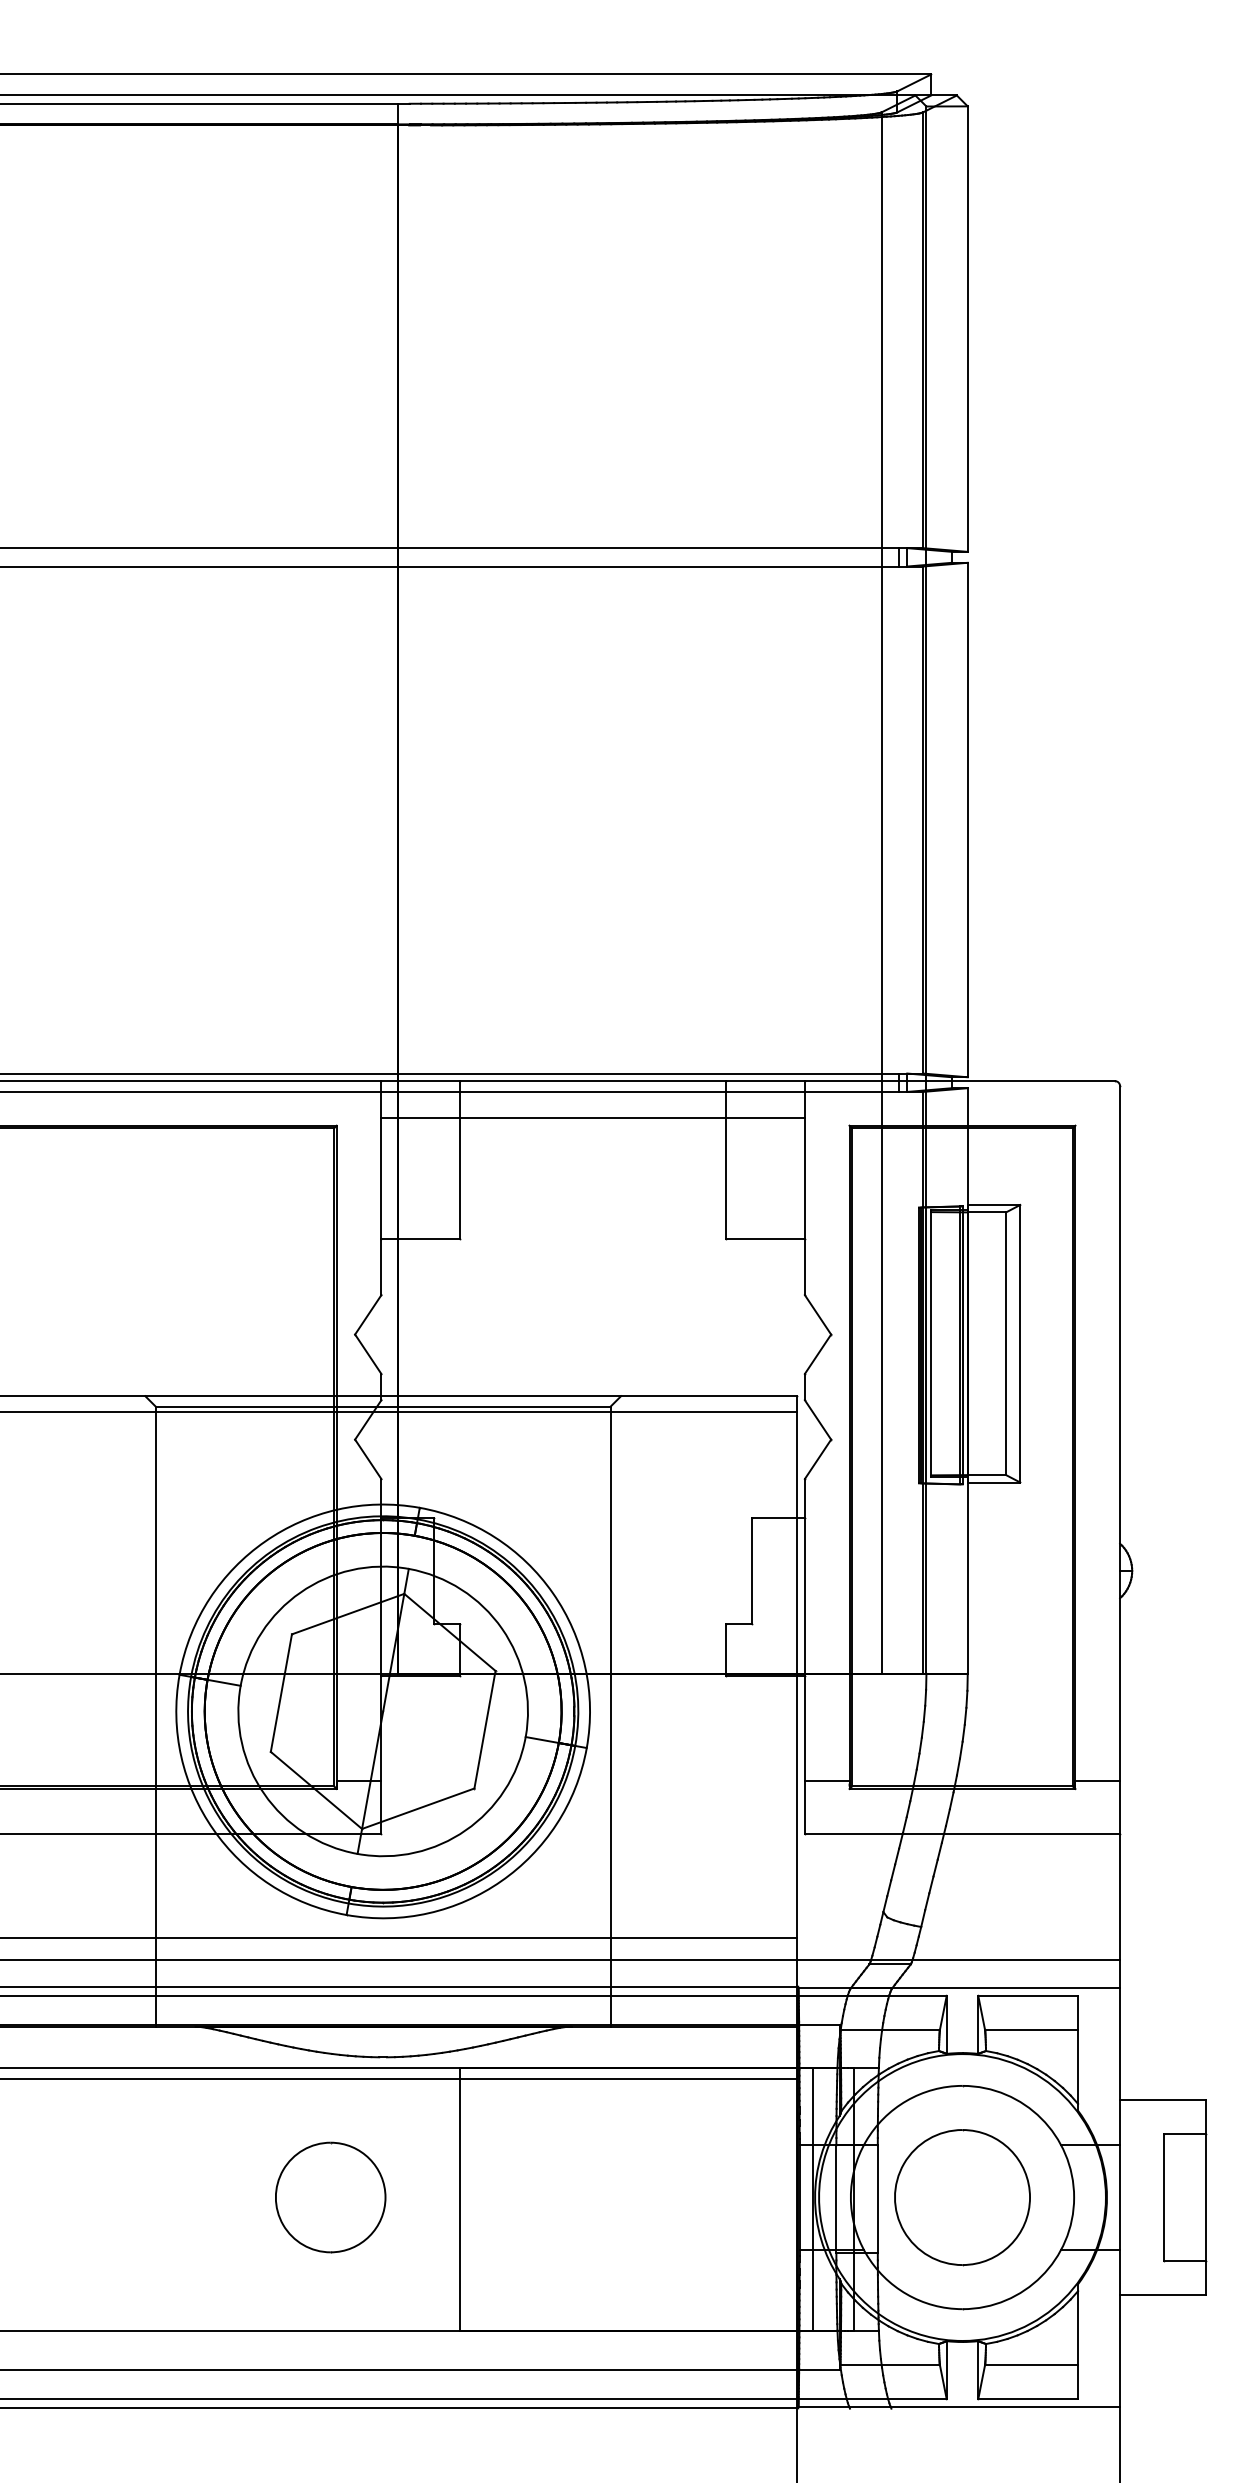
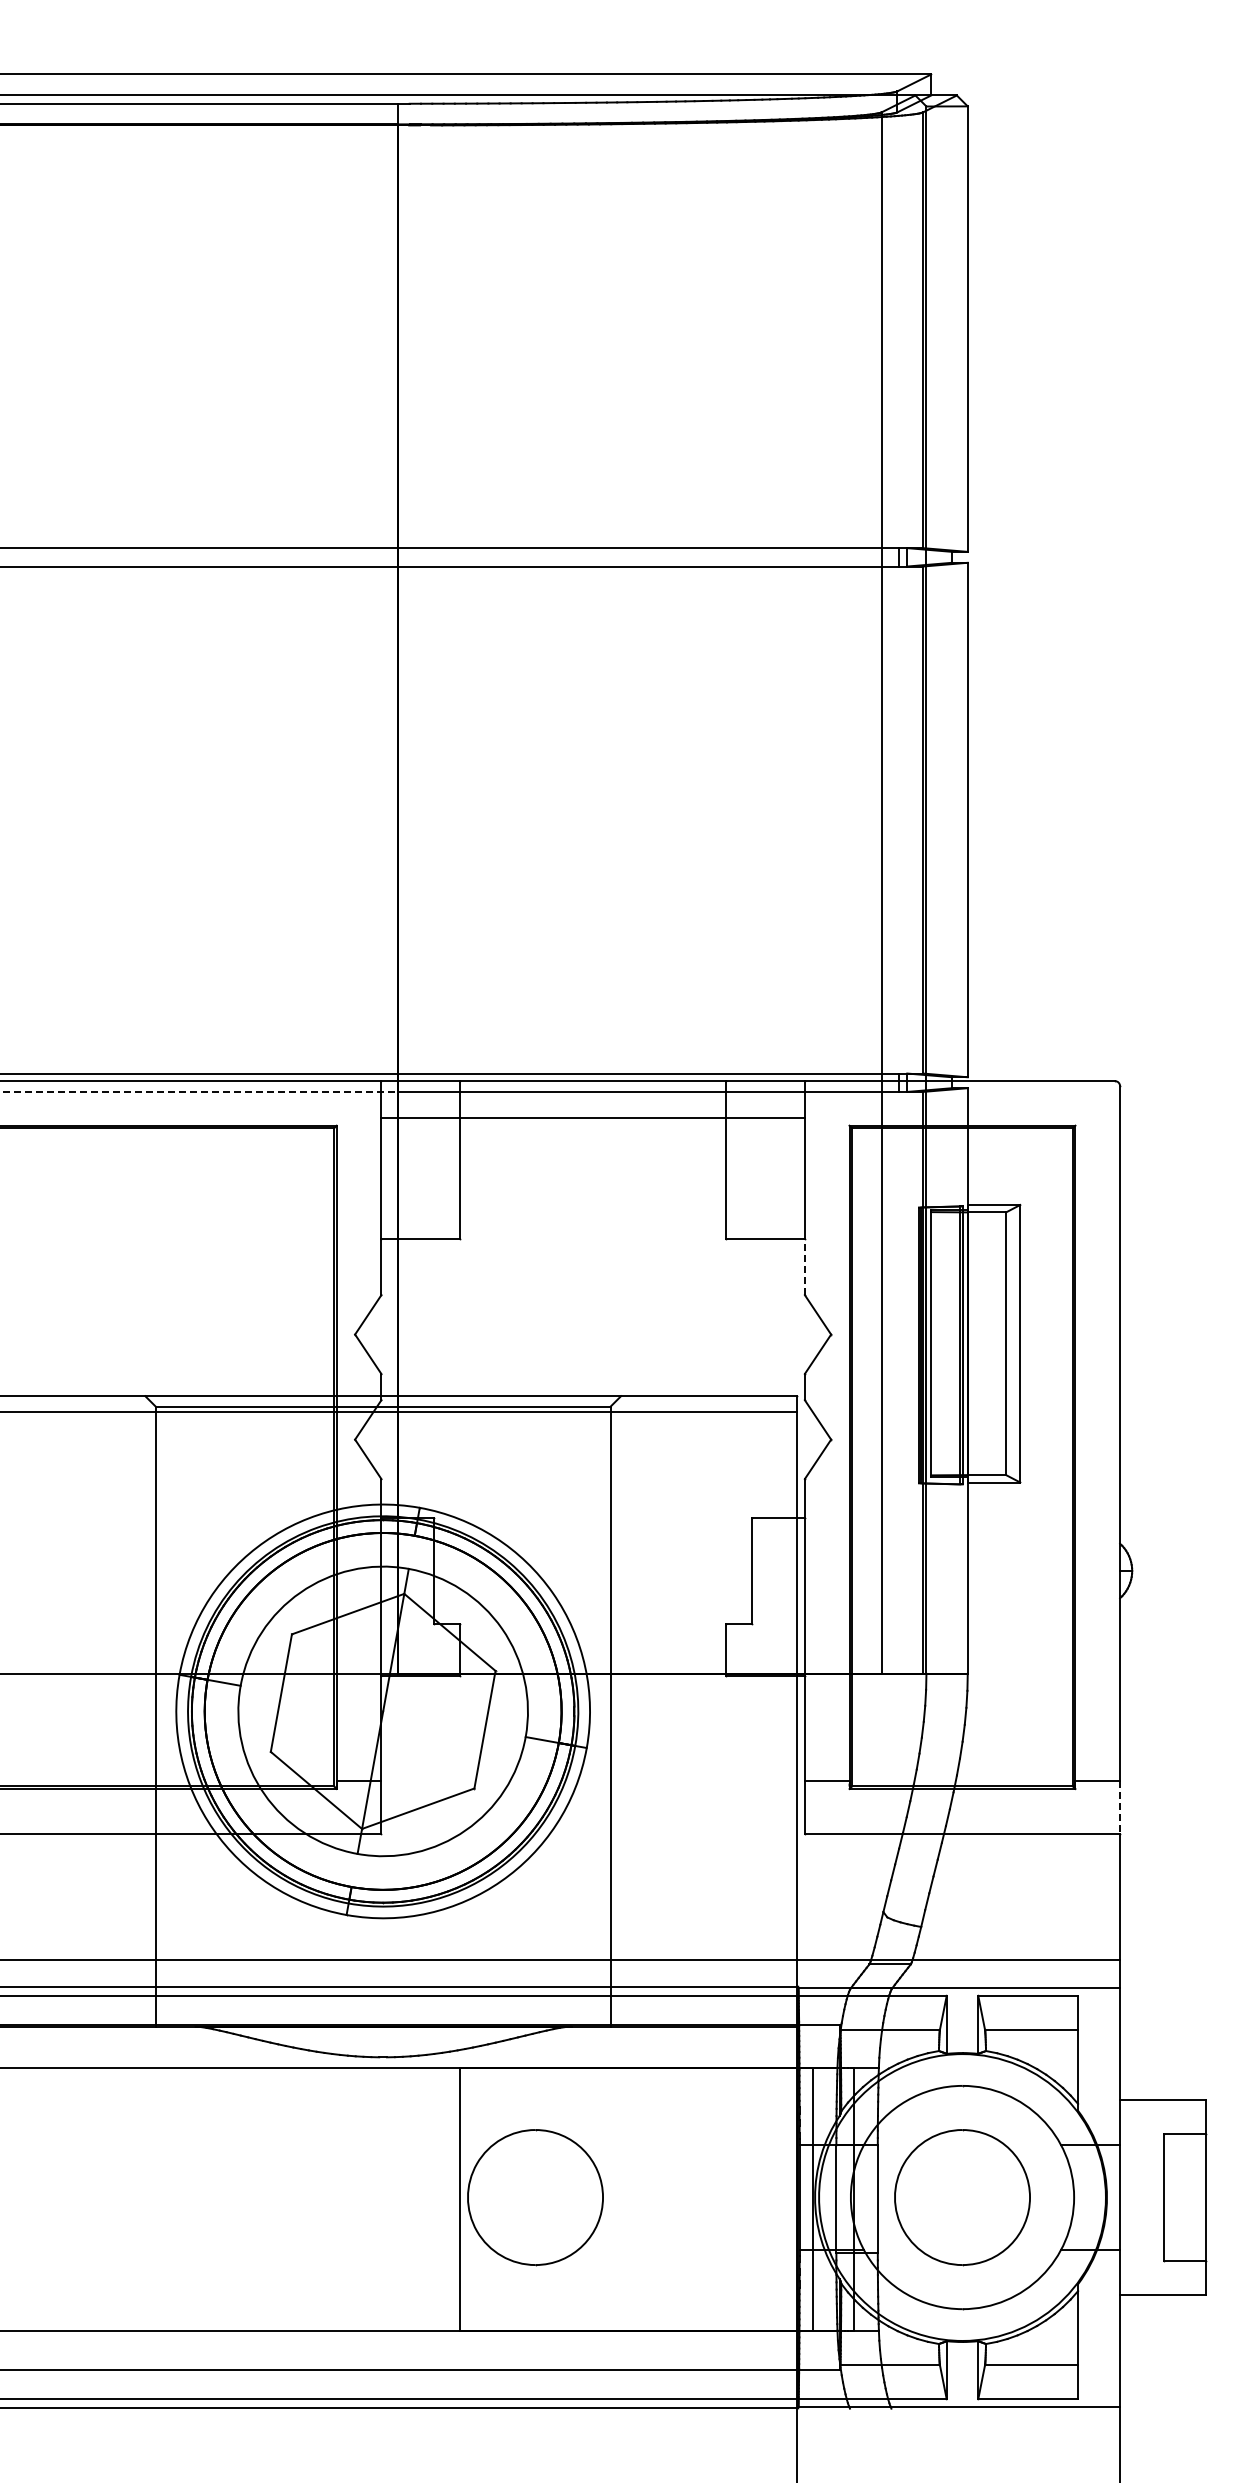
line at (199, 1091): solid -> dashed
line at (804, 1266): solid -> dashed
line at (1120, 1807): solid -> dashed
line at (399, 1938): present -> none
line at (399, 2079): present -> none
part at (330, 2197): present -> none
part at (535, 2197): none -> present
